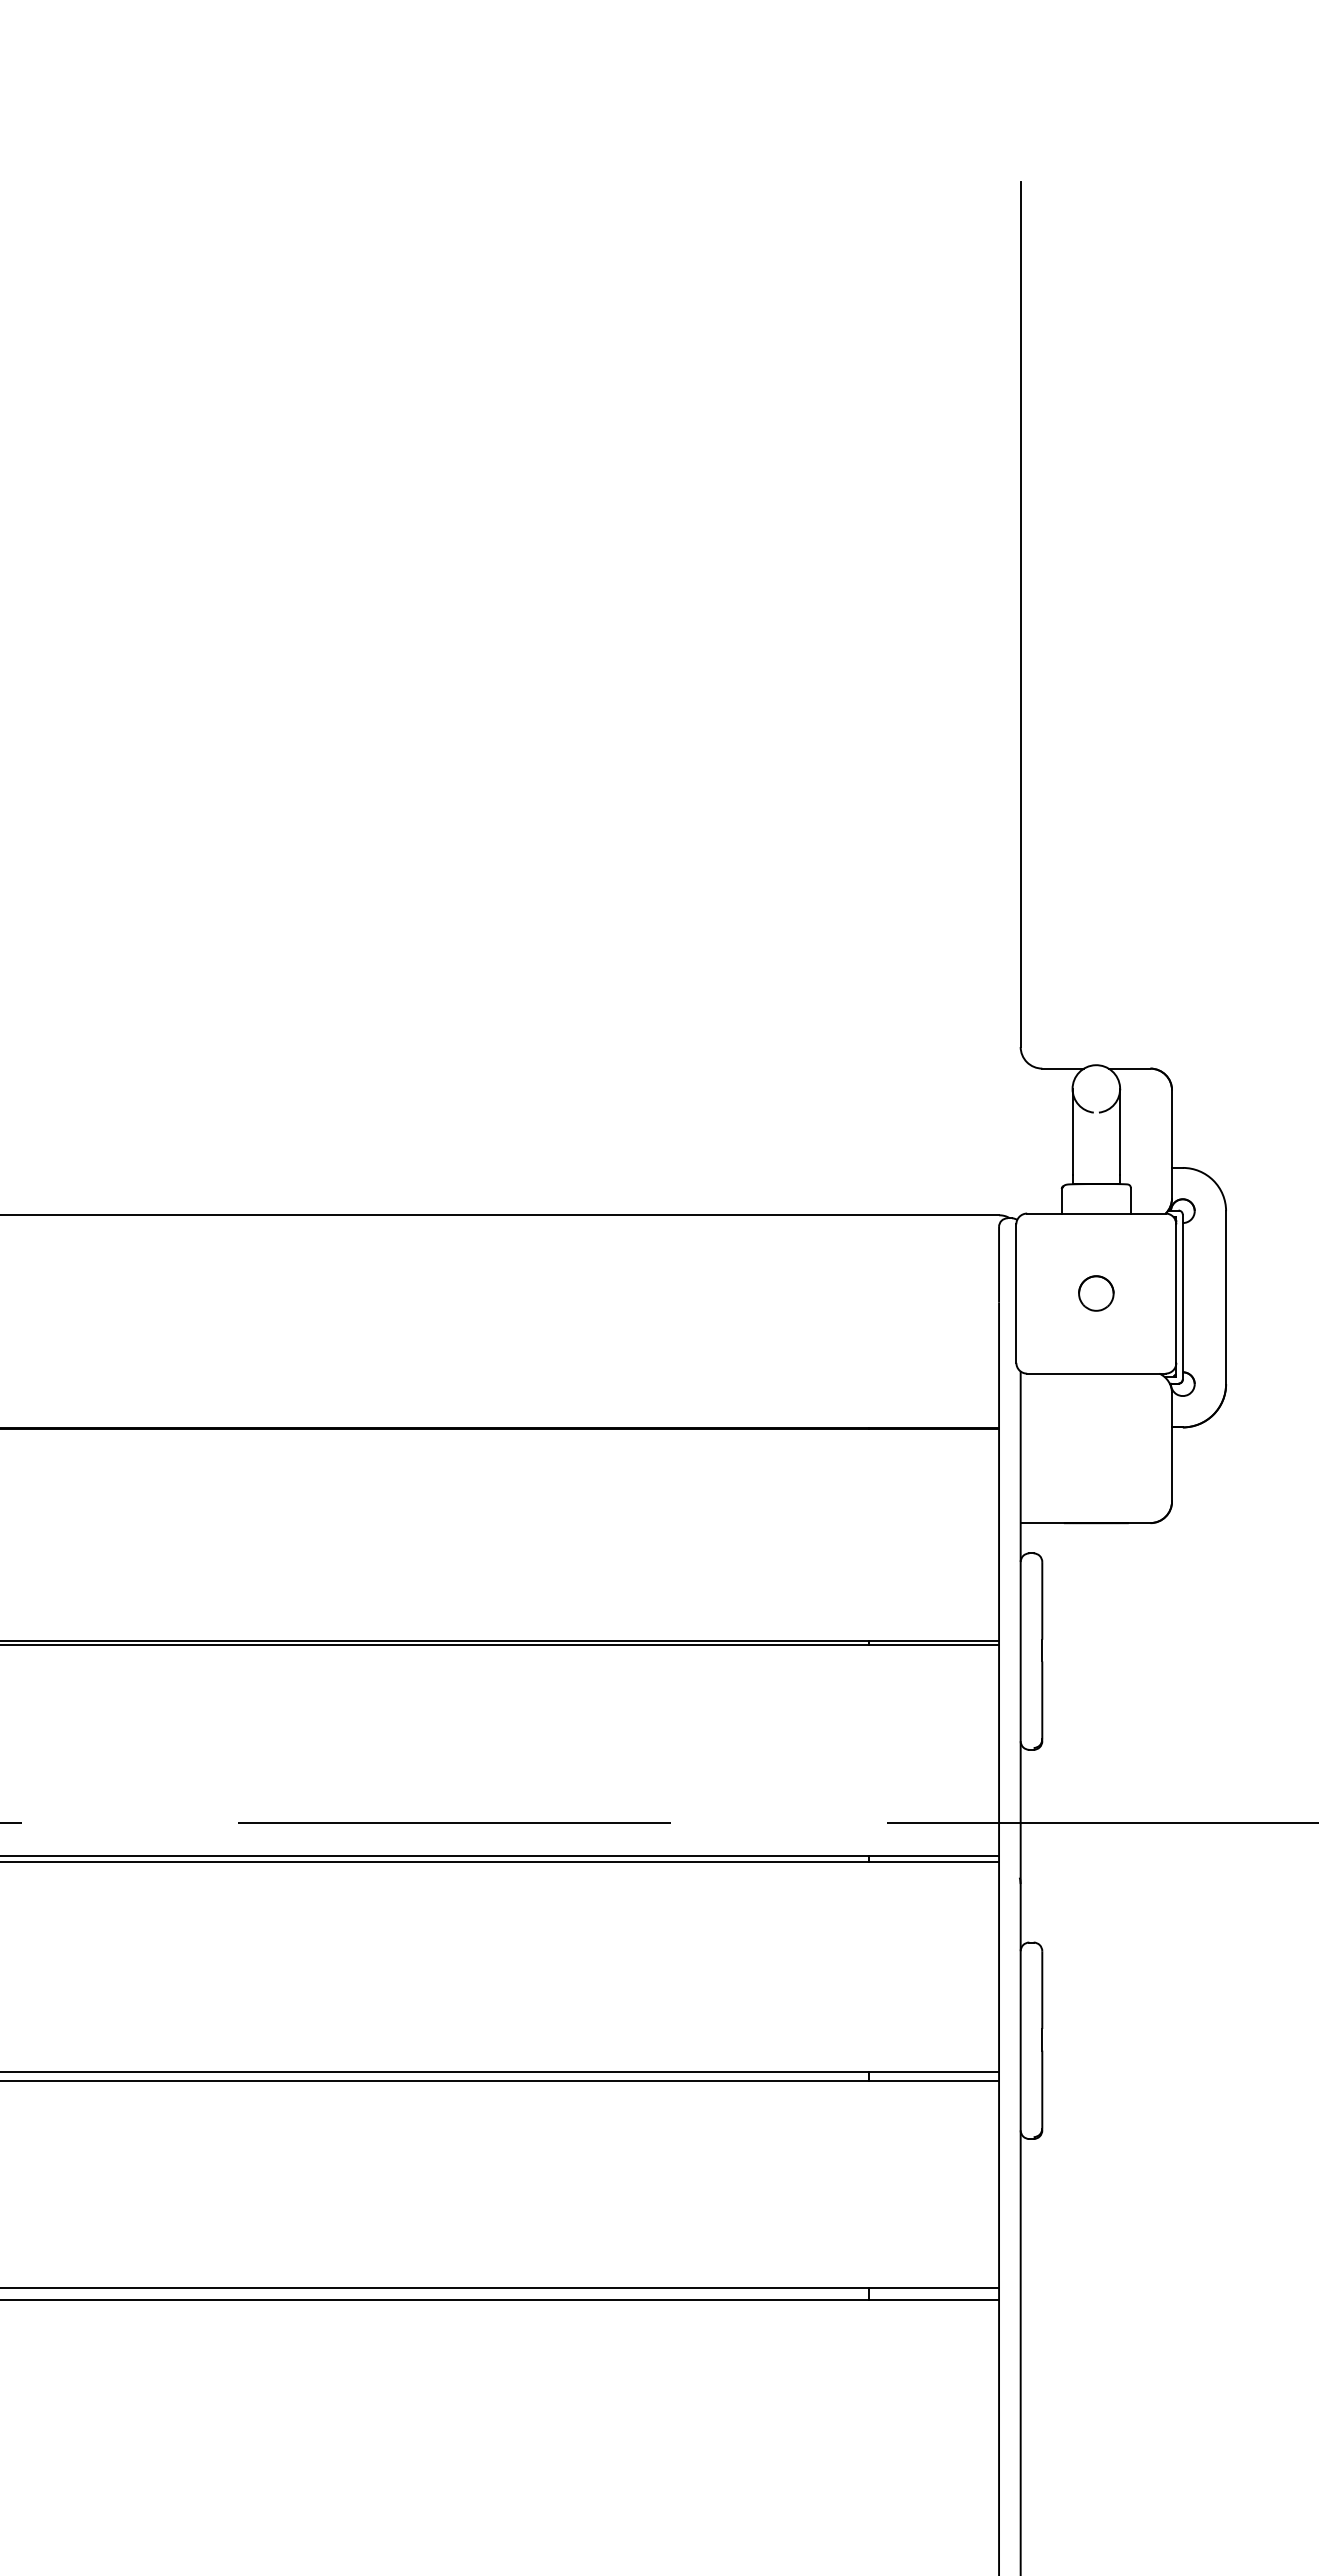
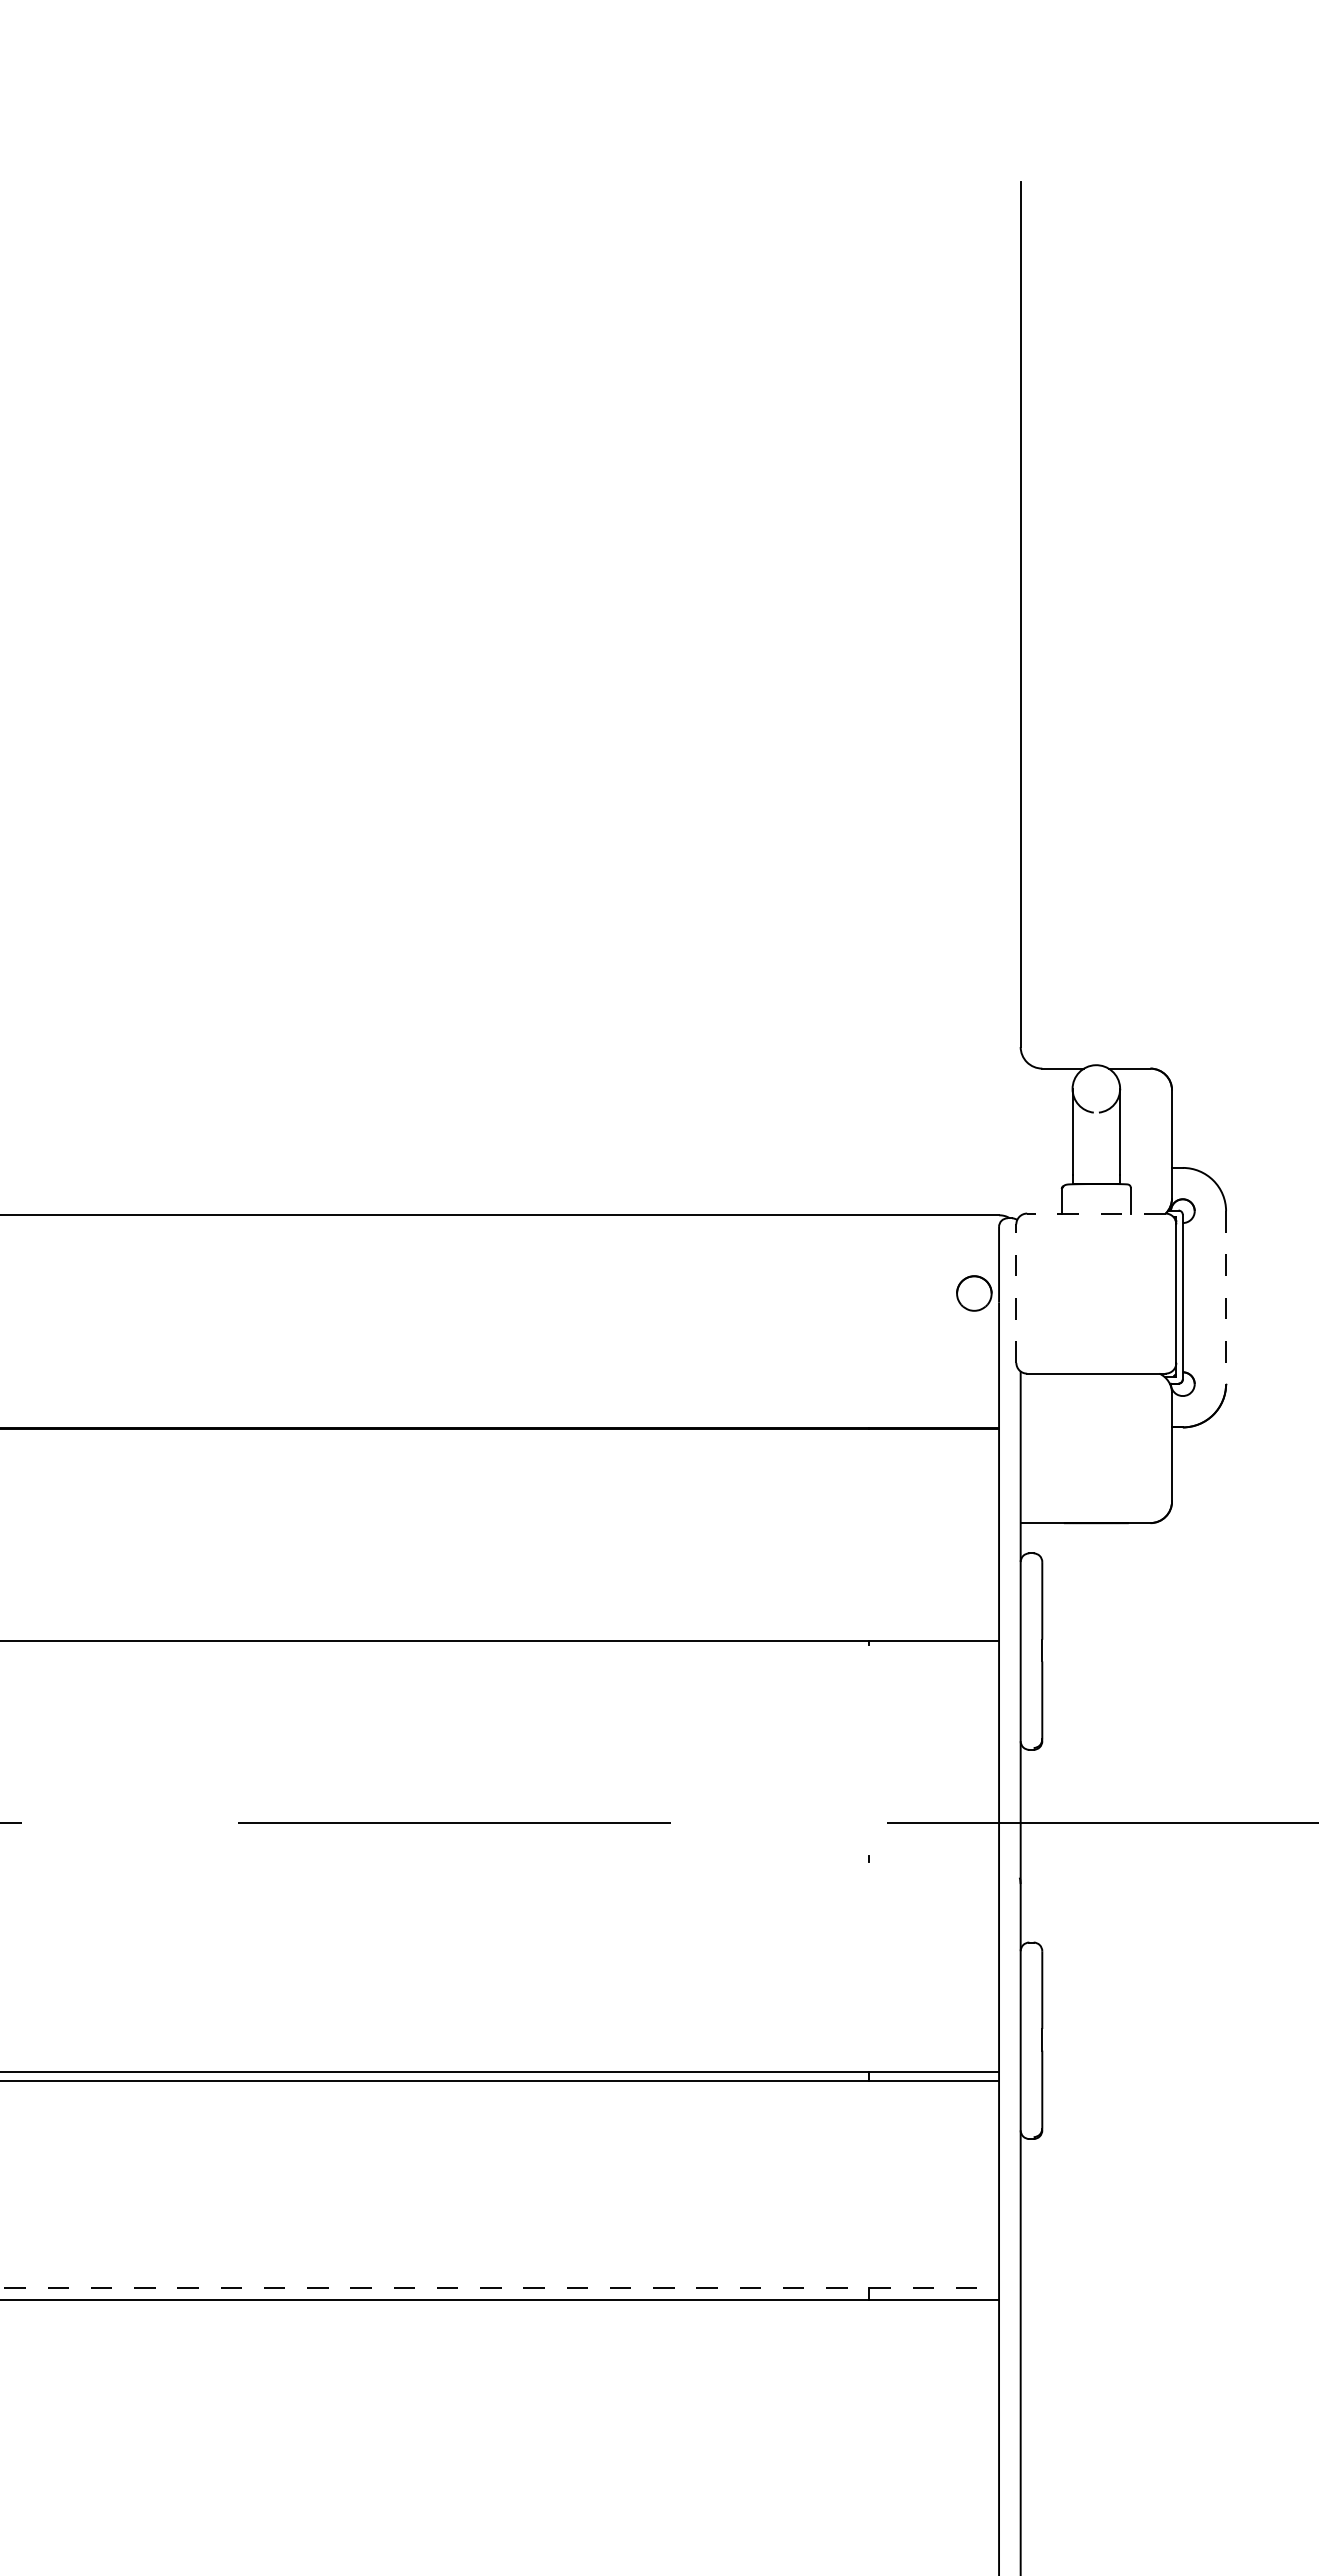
line at (1095, 1213): solid -> dashed
line at (1016, 1293): solid -> dashed
part at (1096, 1293) position: (1096, 1293) -> (974, 1293)
line at (1226, 1298): solid -> dashed
line at (500, 1645): present -> none
line at (500, 1855): present -> none
line at (500, 1862): present -> none
line at (500, 2288): solid -> dashed
